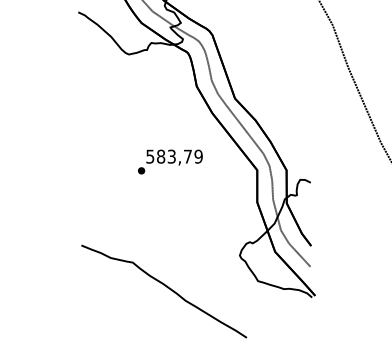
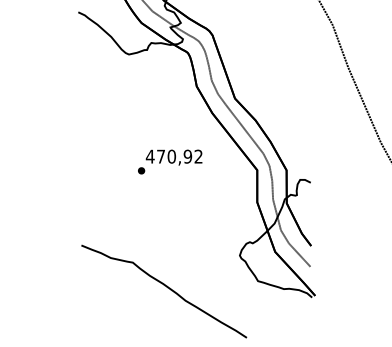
text at (173, 156): 583,79 -> 470,92
